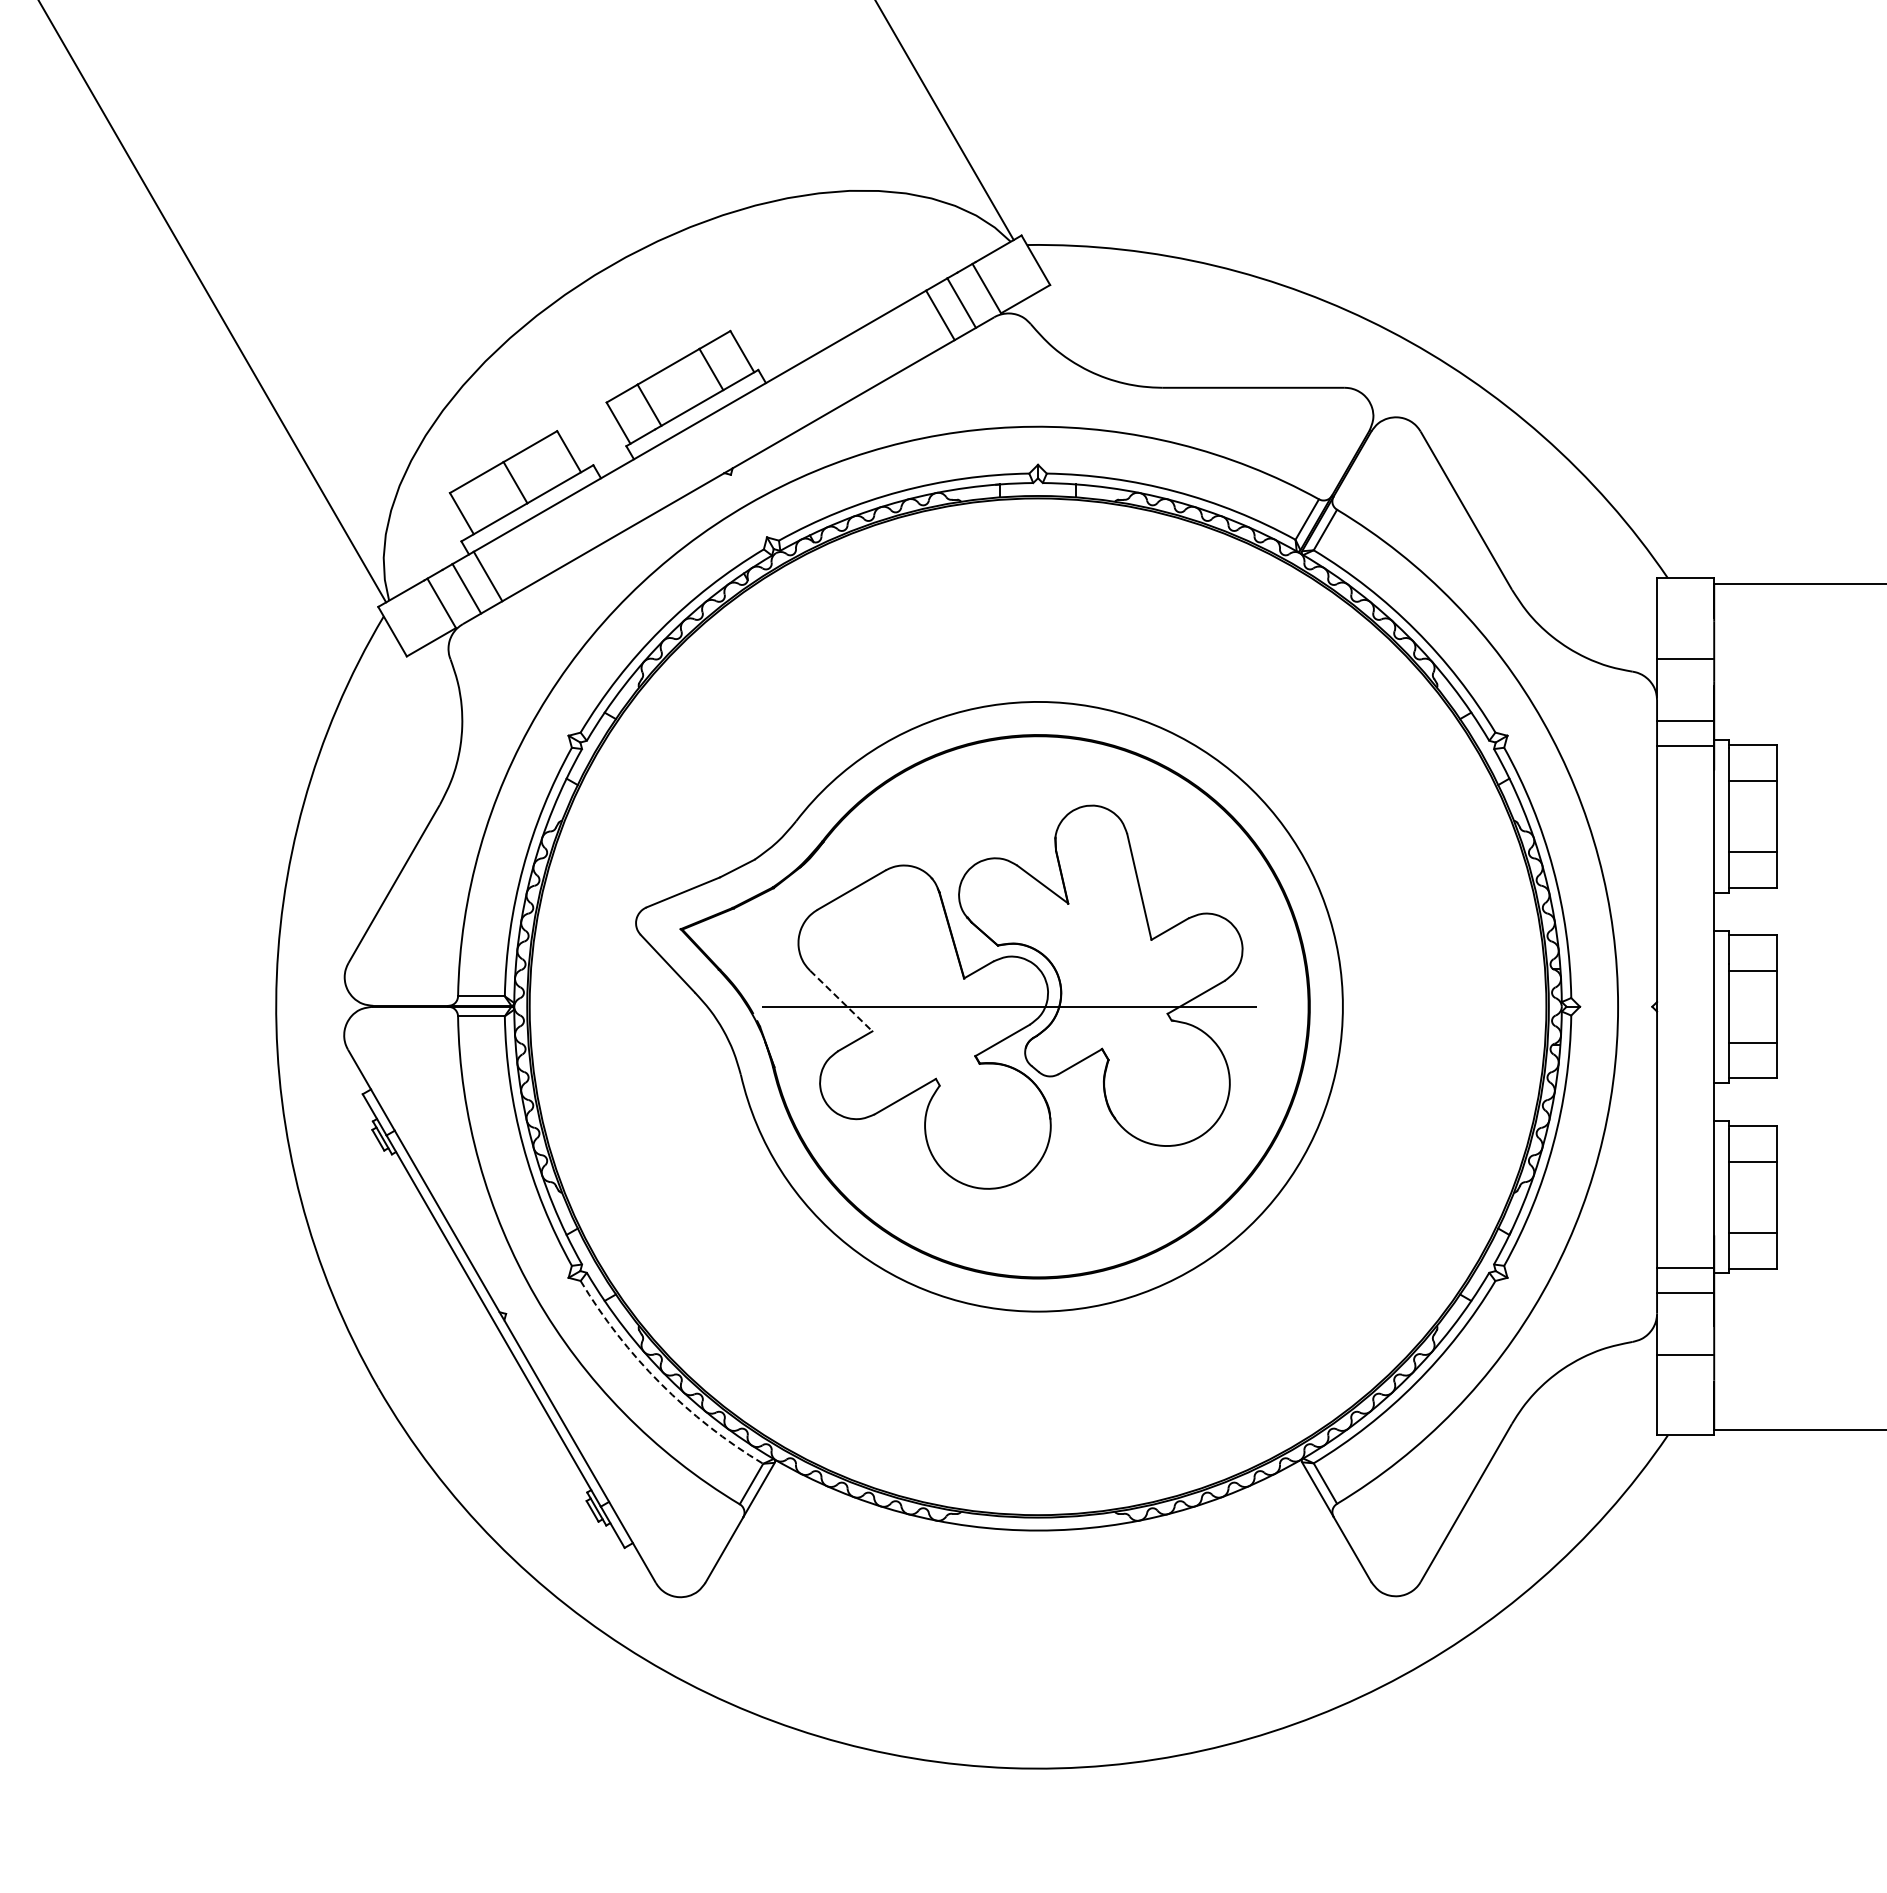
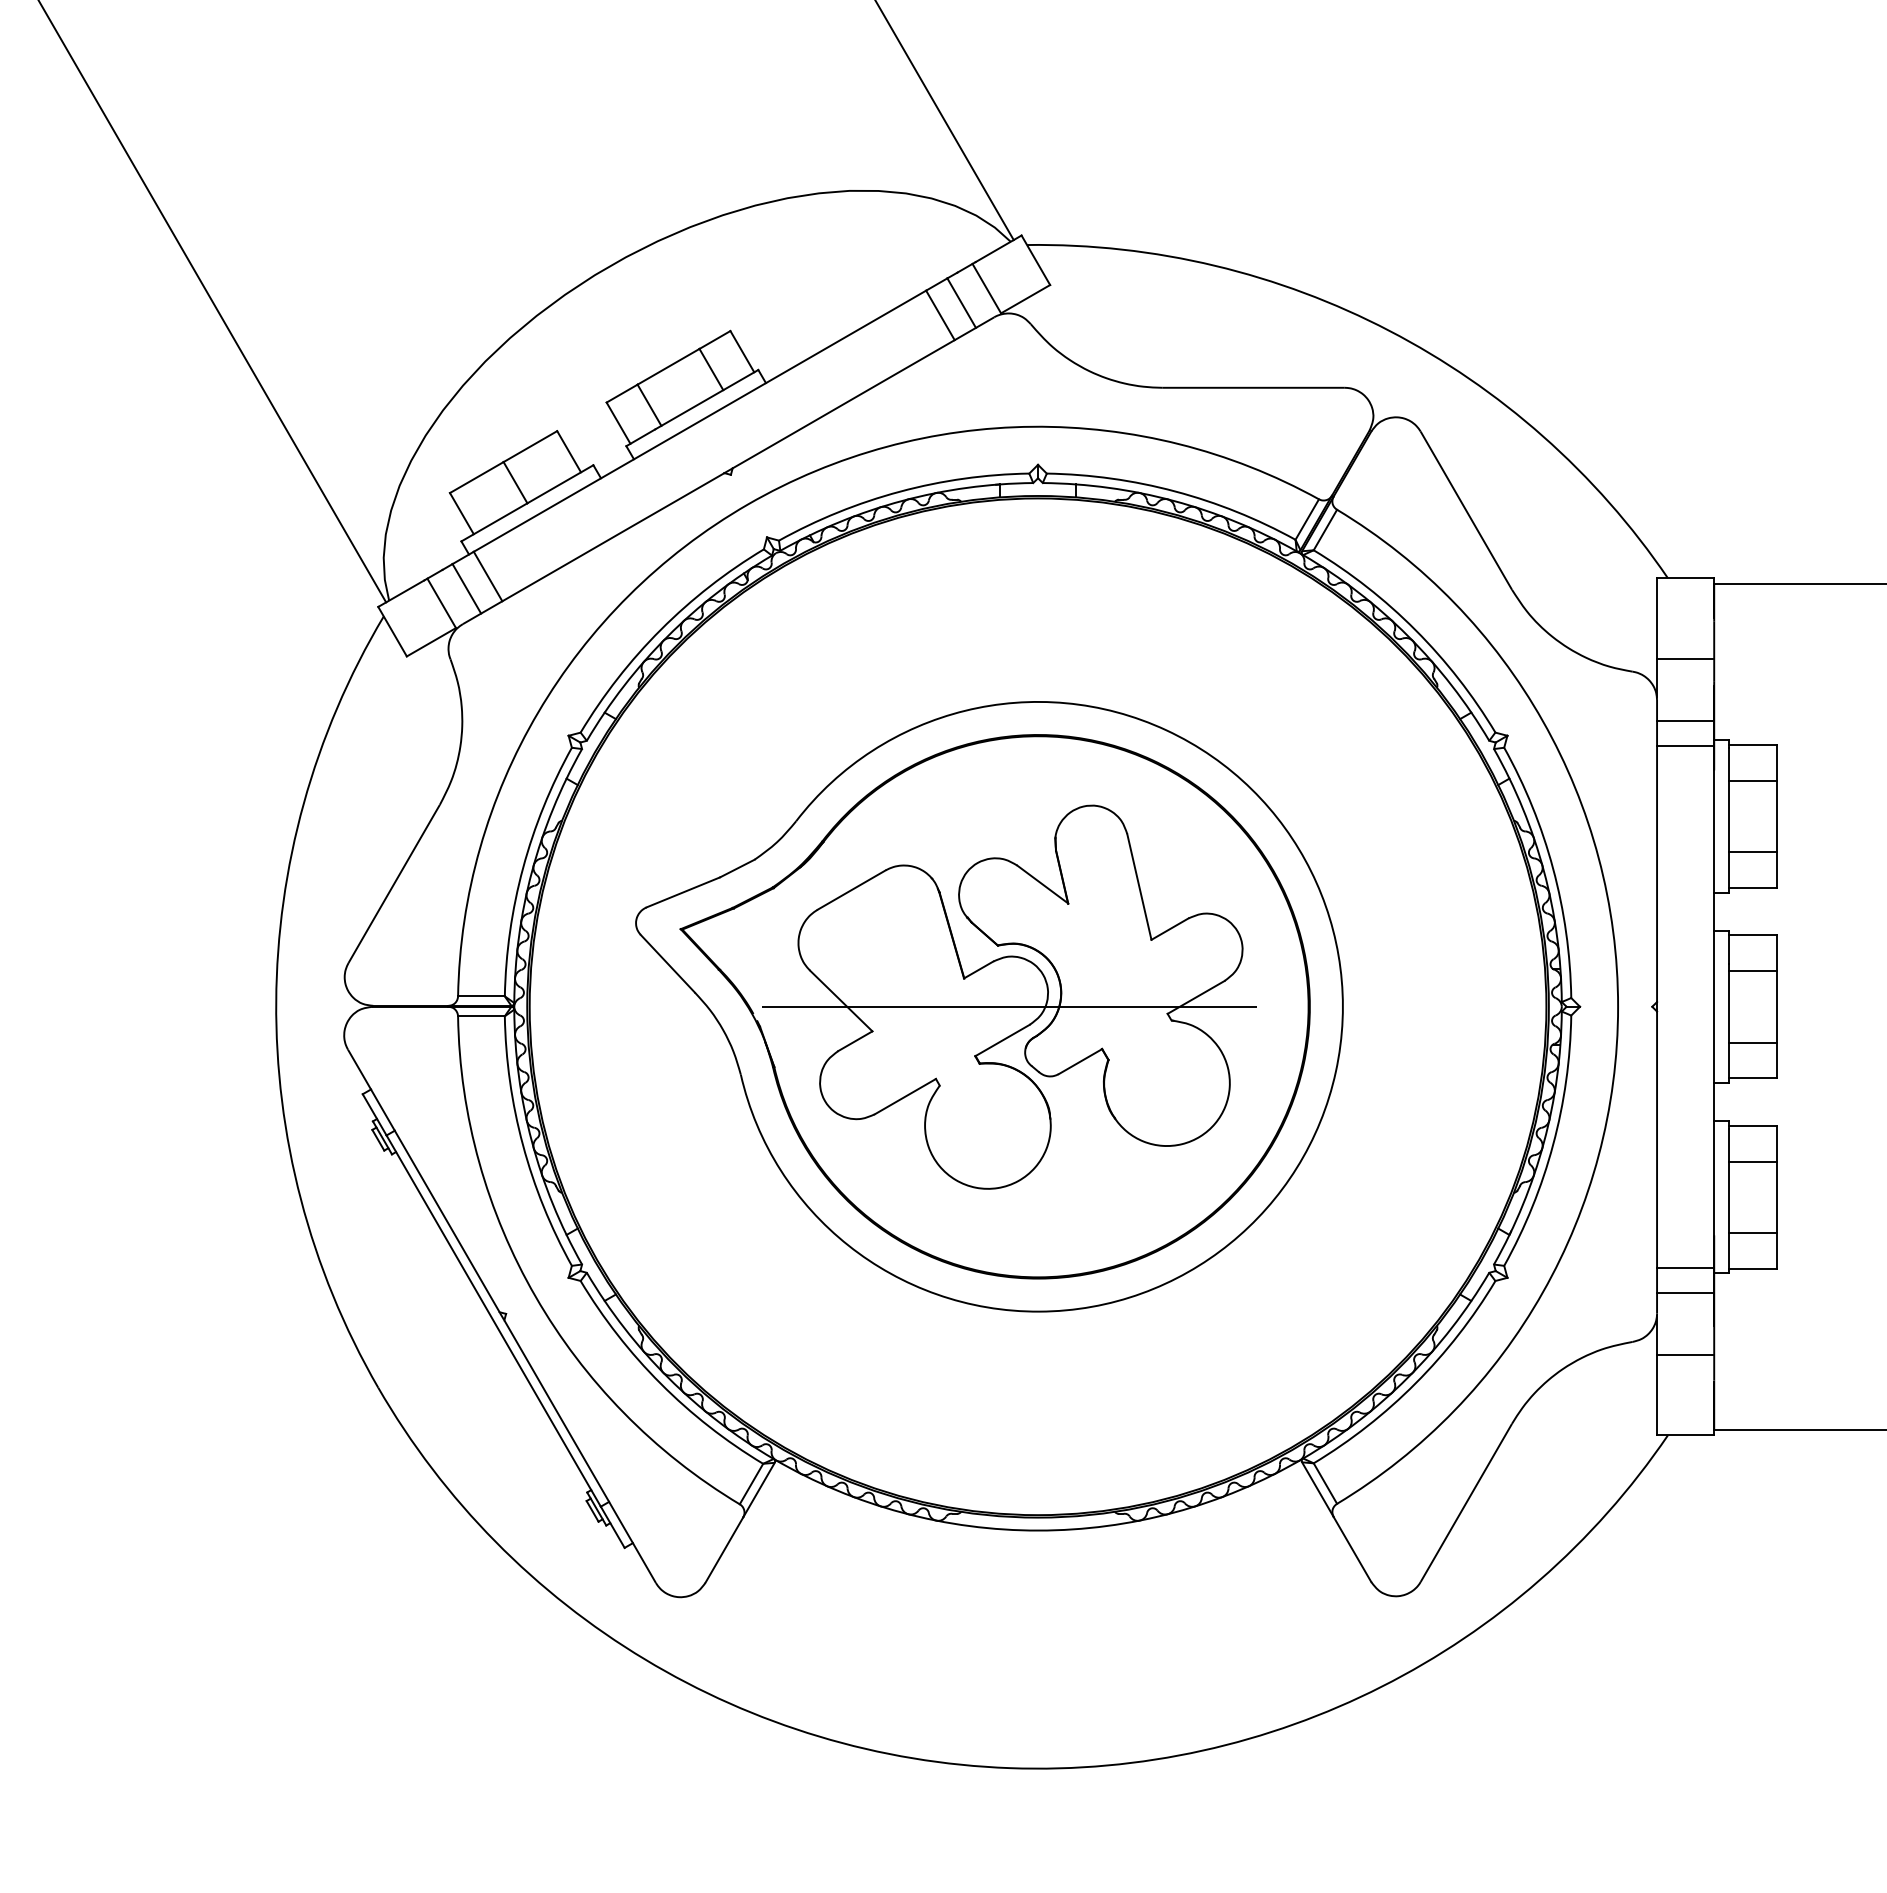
line at (841, 1001): dashed -> solid
arc at (660, 1383): dashed -> solid
